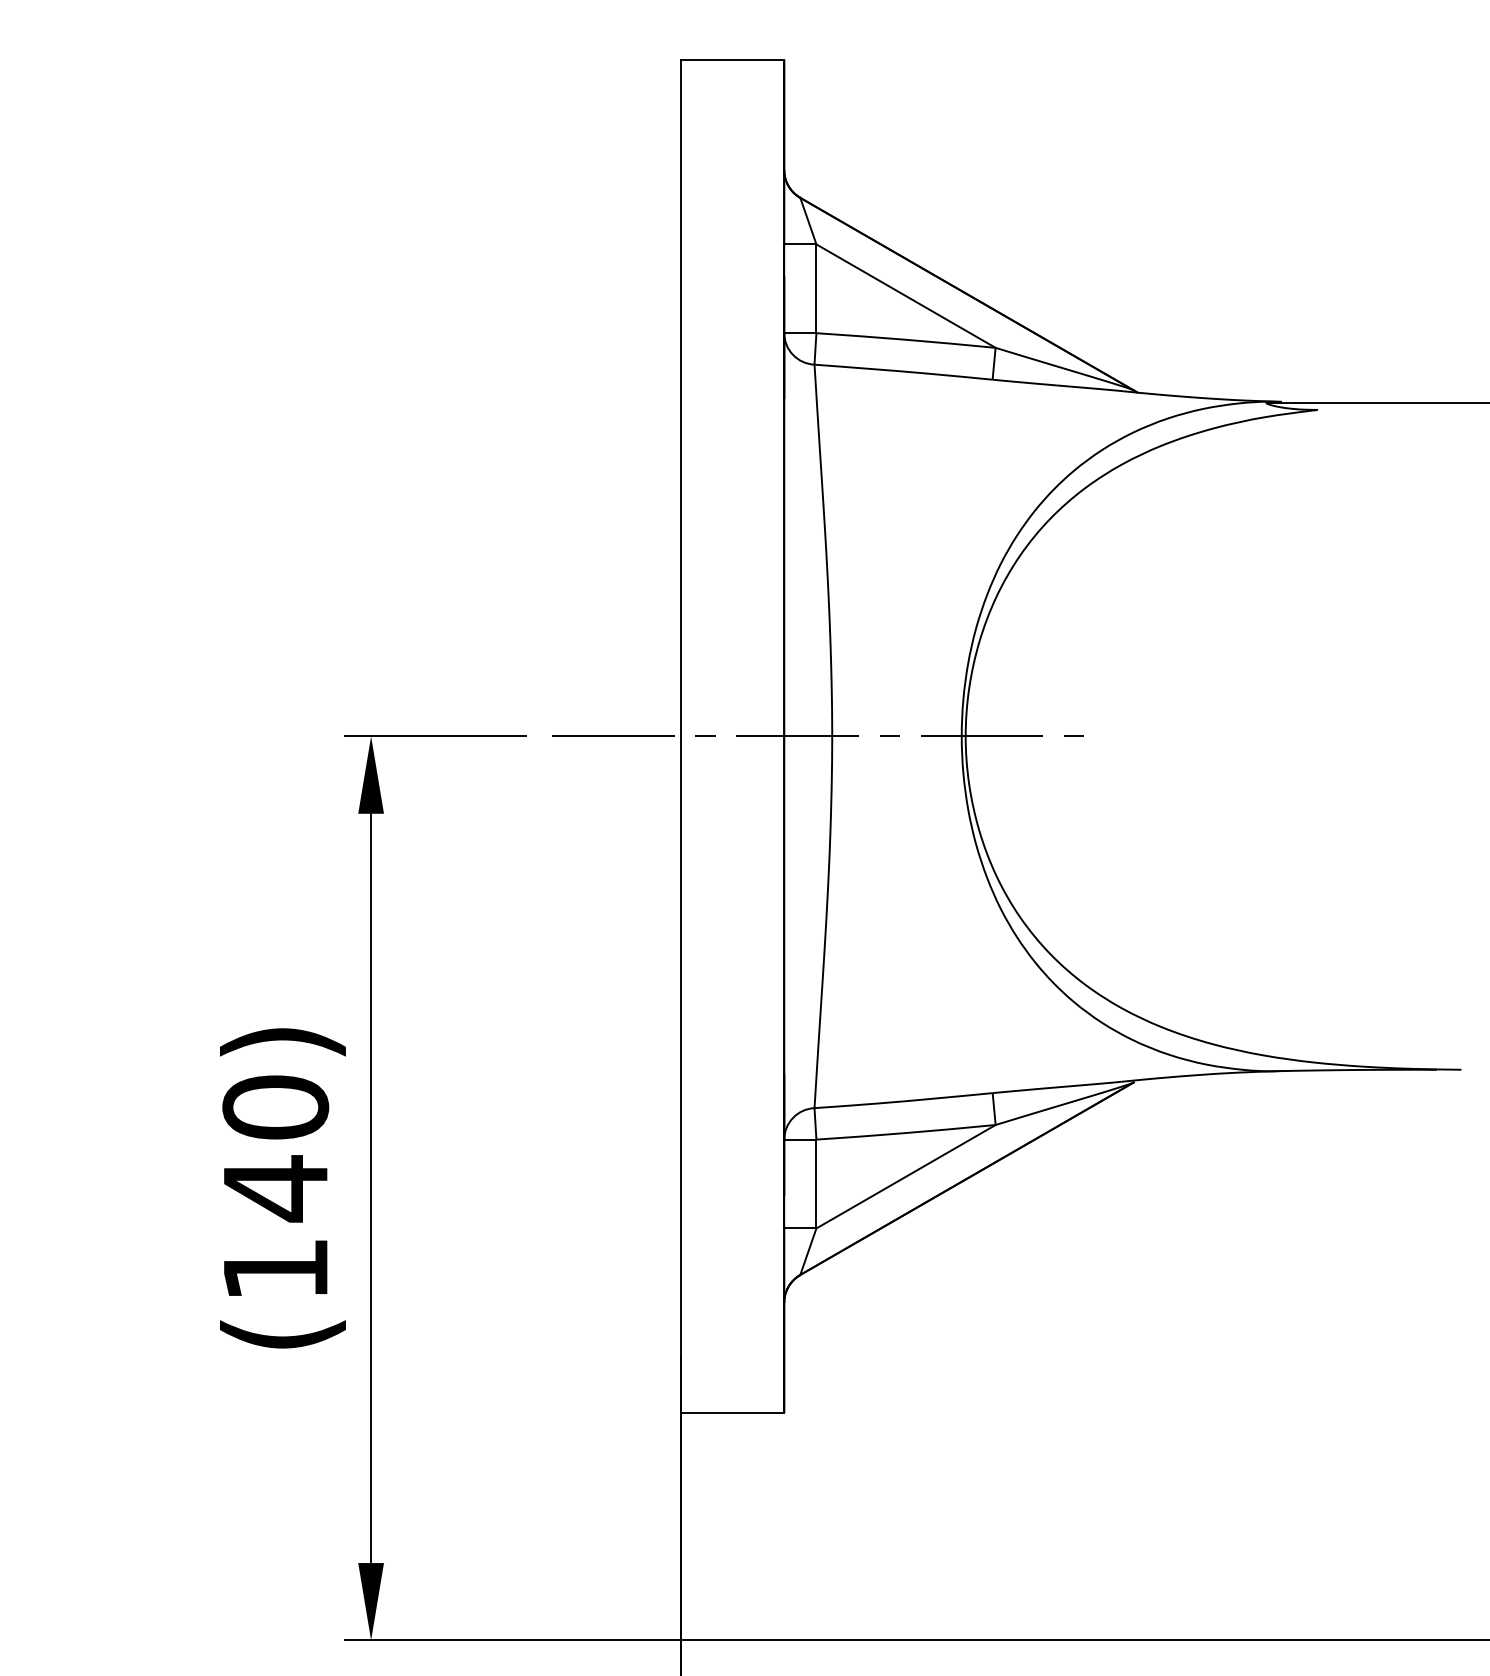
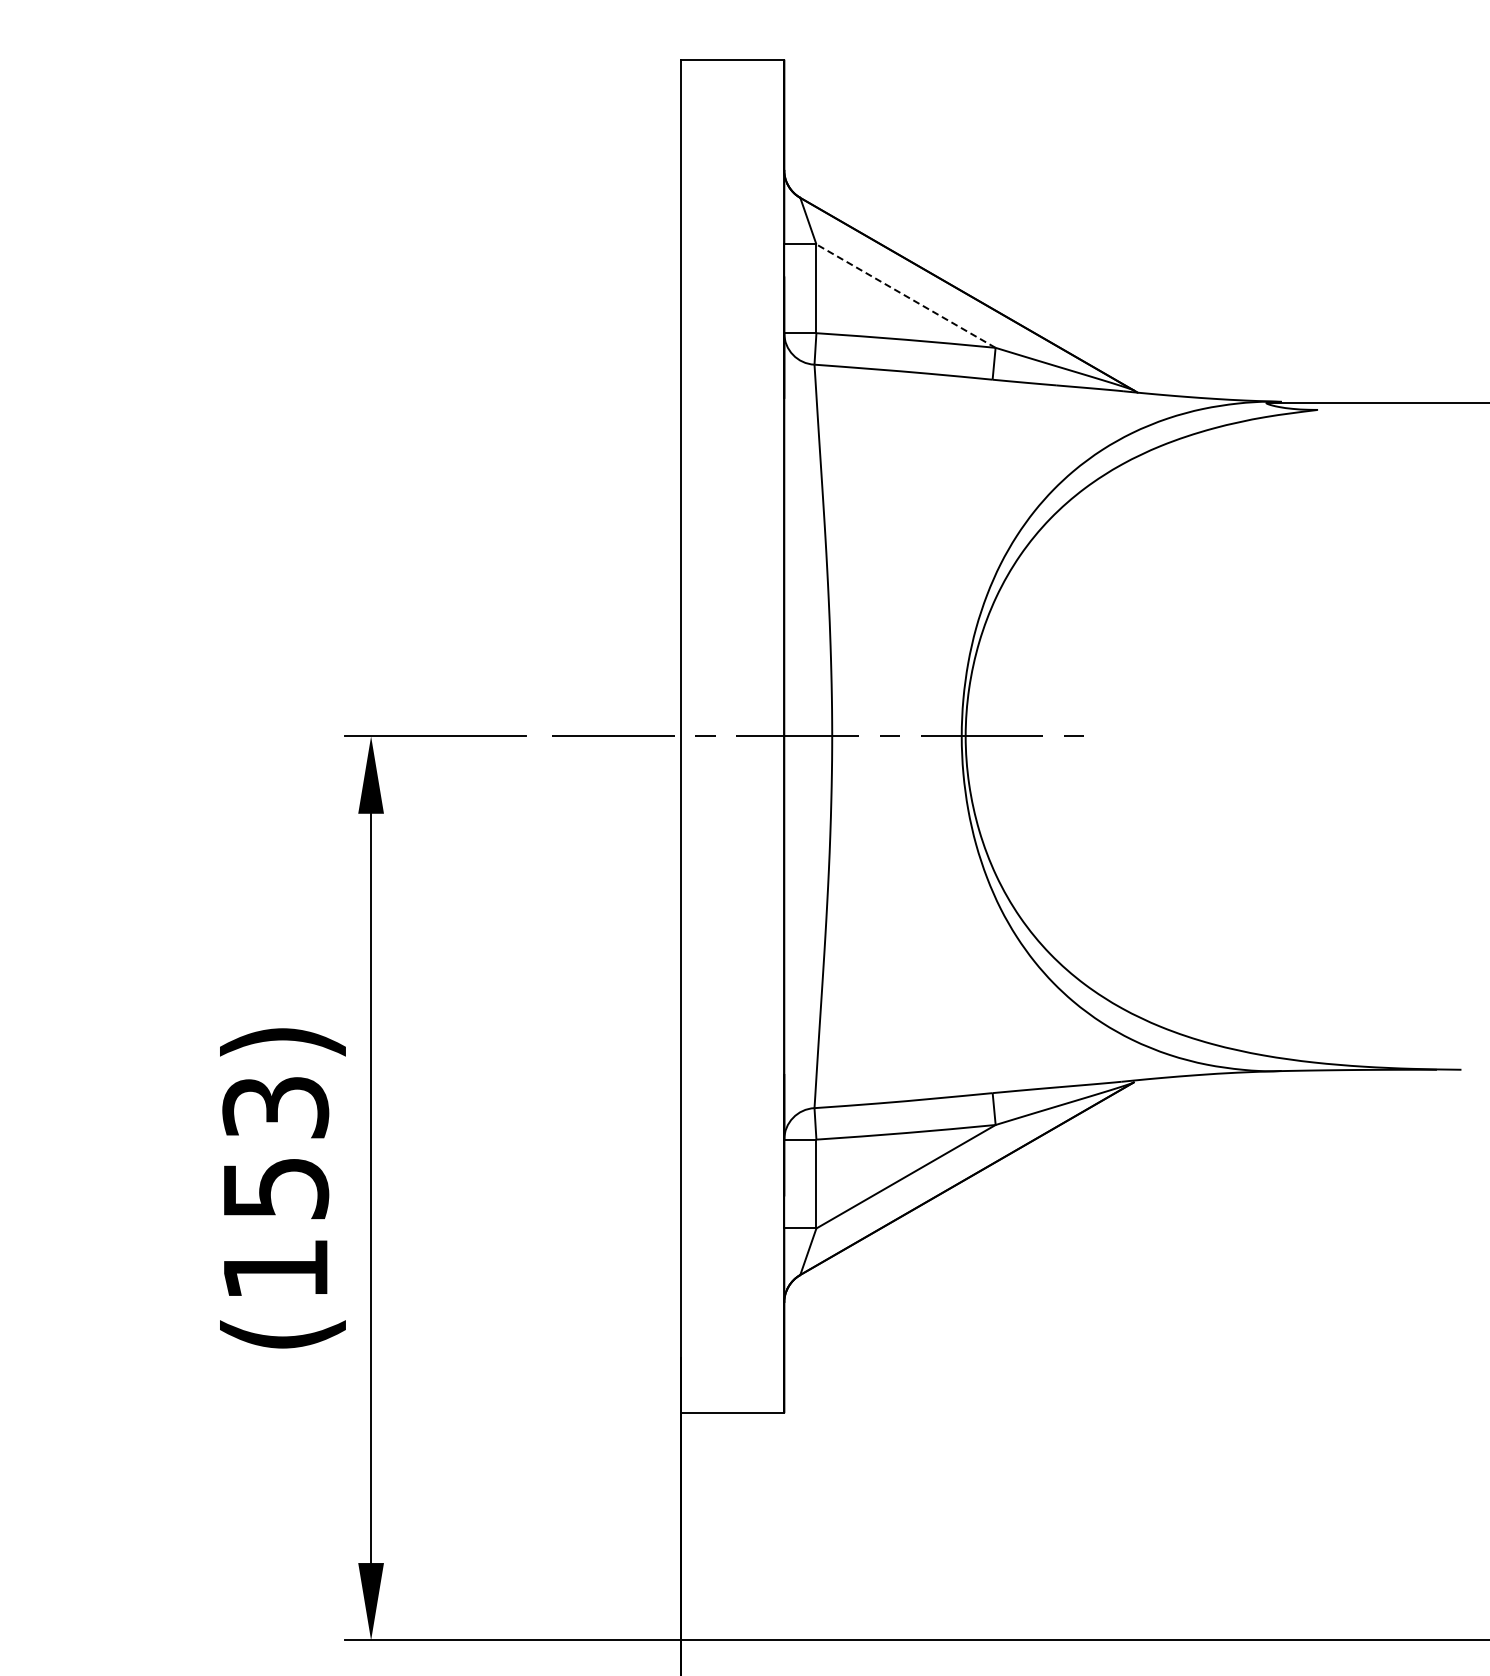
line at (905, 295): solid -> dashed
text at (275, 1148): (140) -> (153)
